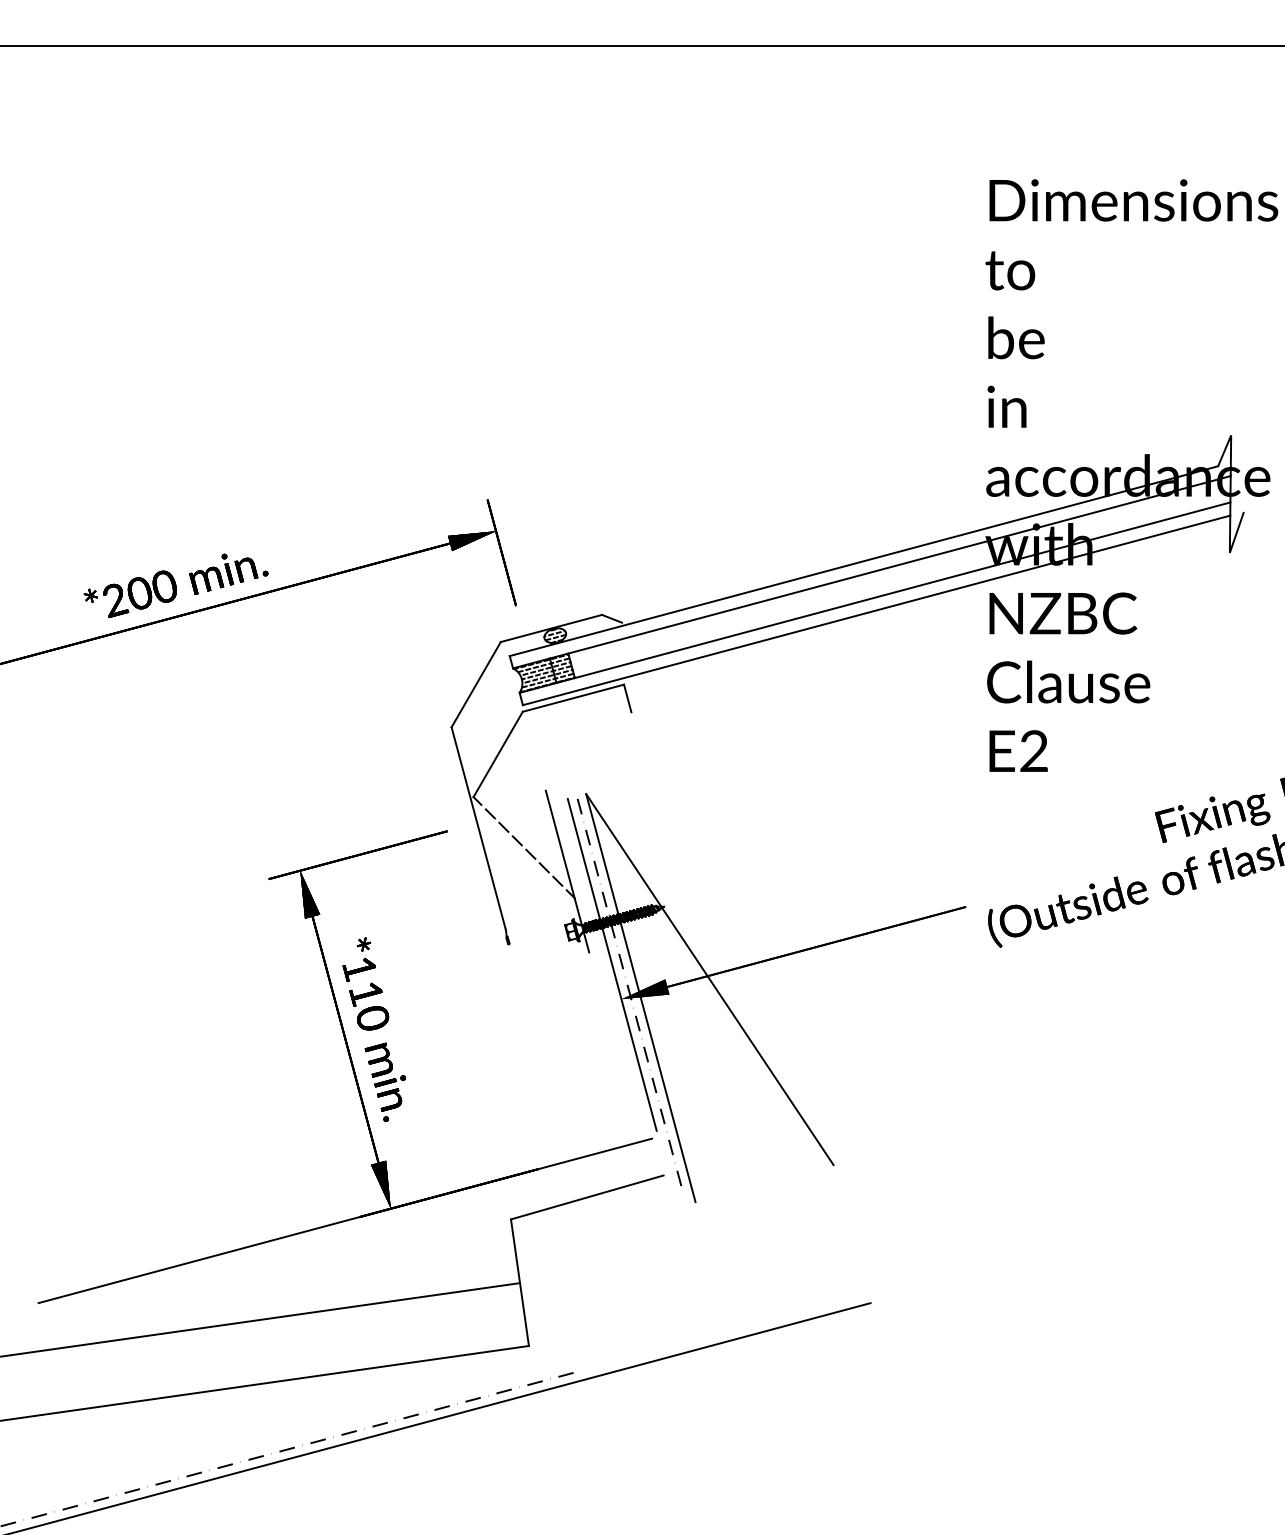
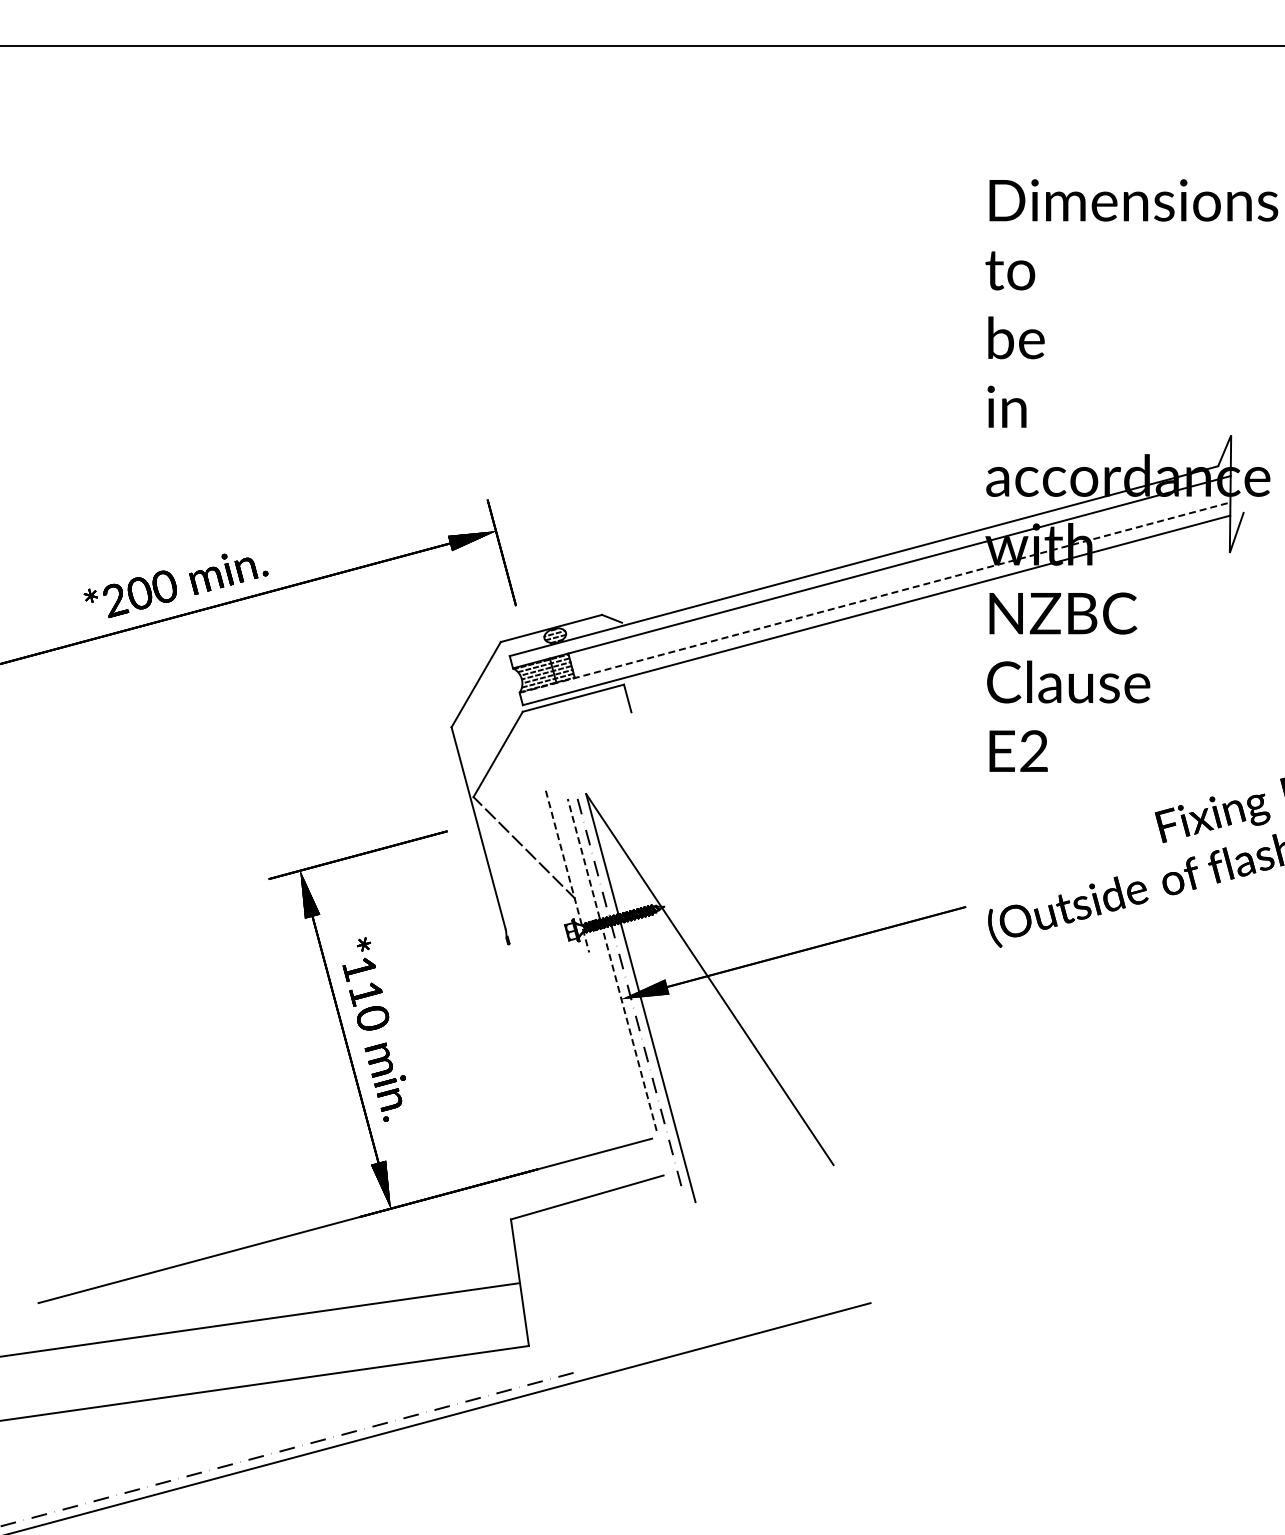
line at (875, 597): solid -> dashed
line at (567, 871): solid -> dashed
line at (612, 964): solid -> dashed
